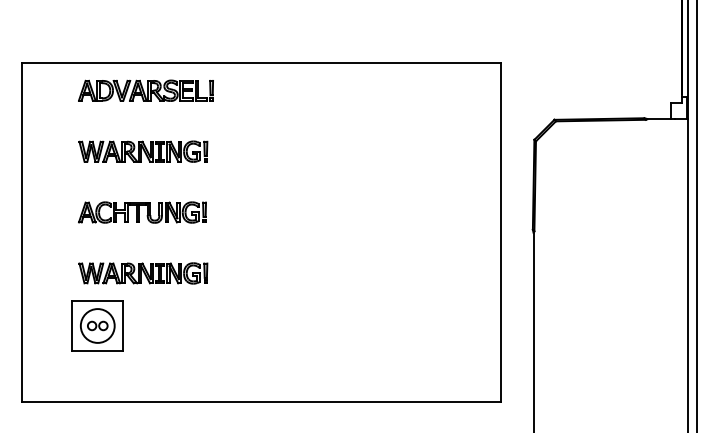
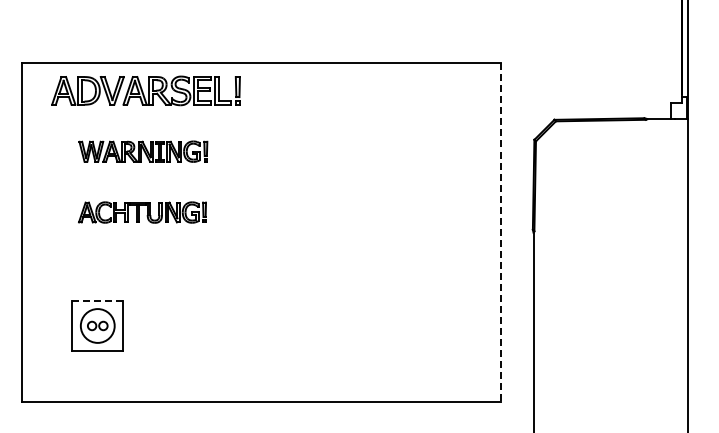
part at (145, 90) size: 136x23 px -> 190x32 px
line at (697, 215): present -> none
line at (501, 233): solid -> dashed
part at (143, 273): present -> none
line at (98, 300): solid -> dashed
